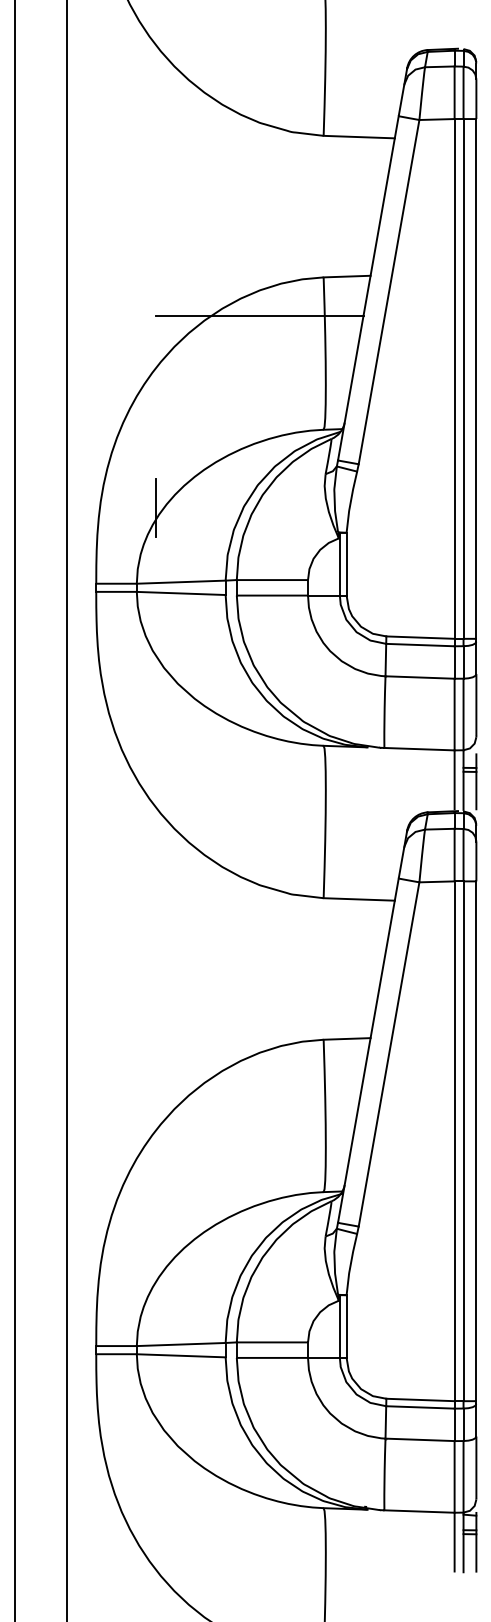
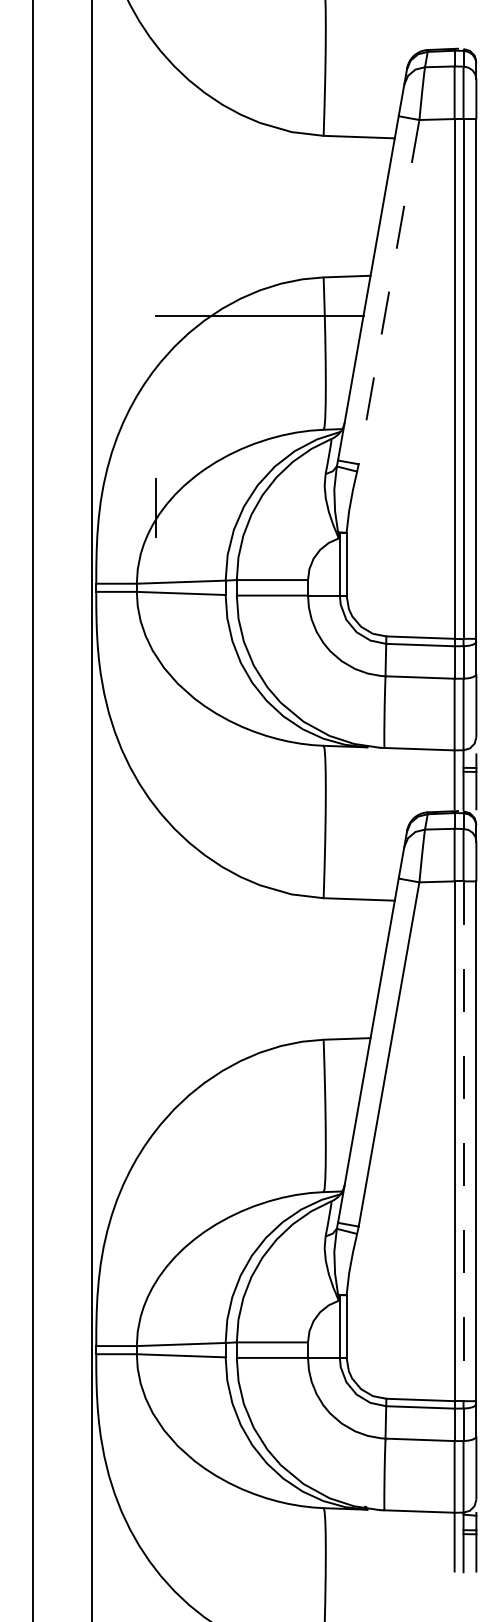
line at (389, 292): solid -> dashed
line at (14, 810) position: (14, 810) -> (32, 810)
line at (67, 810) position: (67, 810) -> (92, 810)
line at (463, 1141): solid -> dashed
